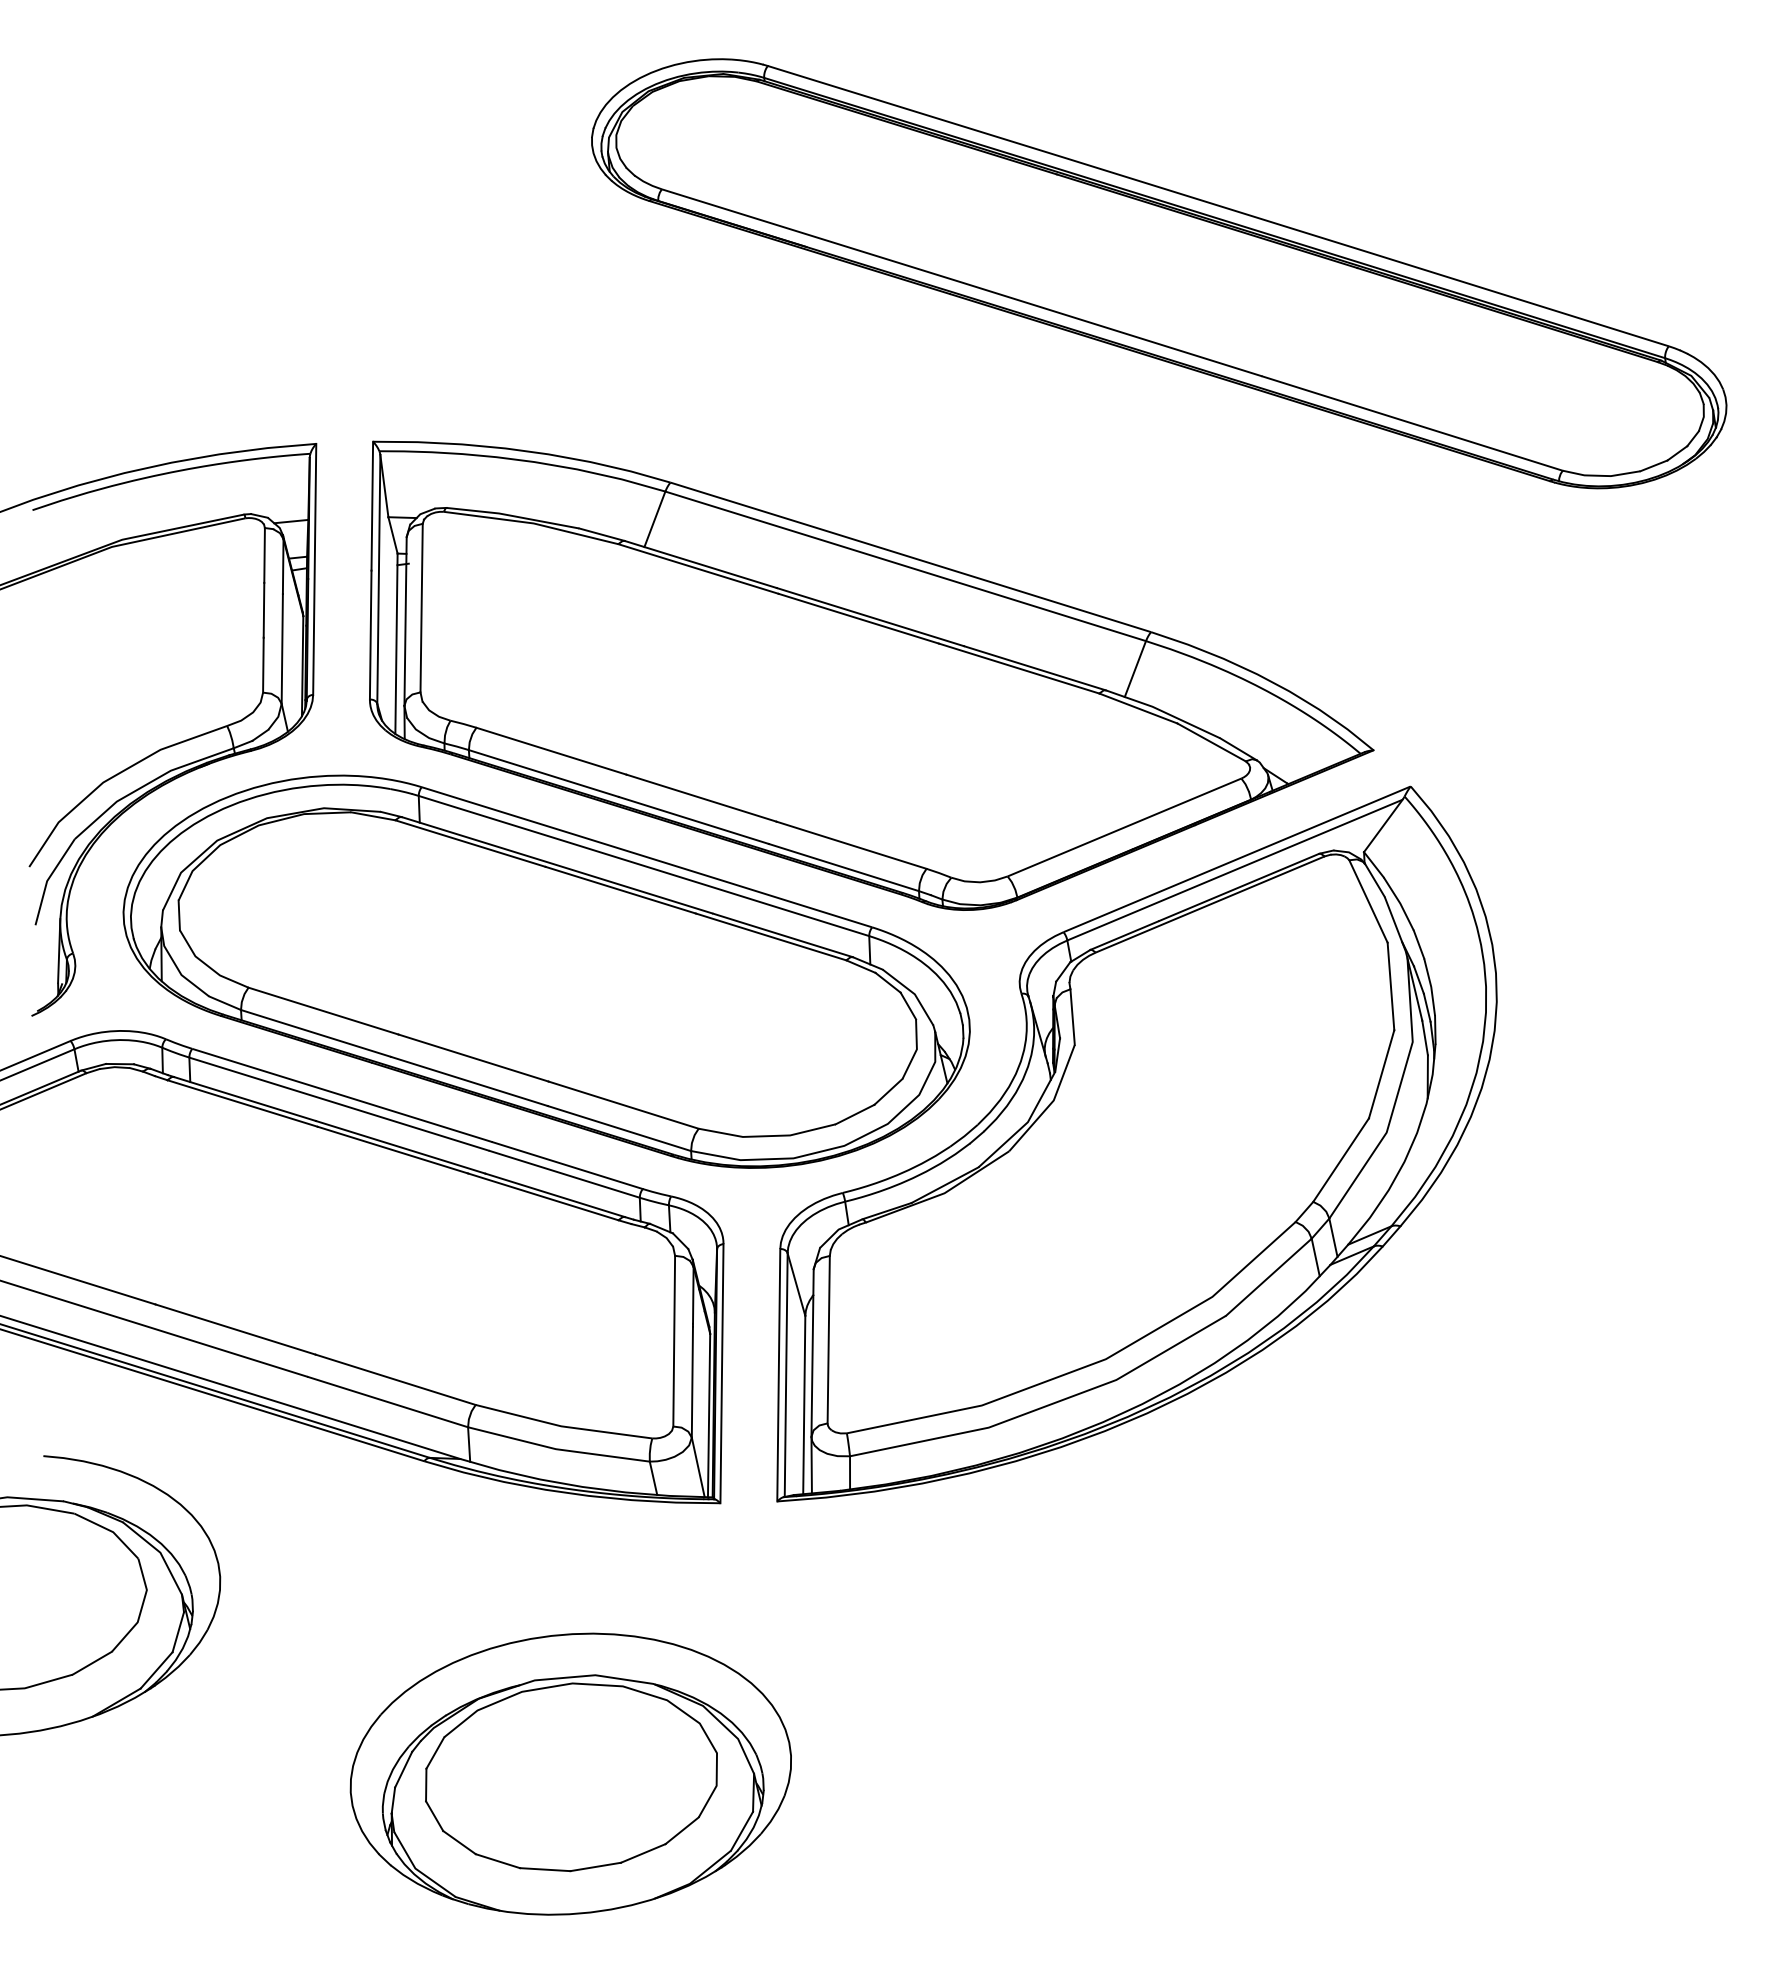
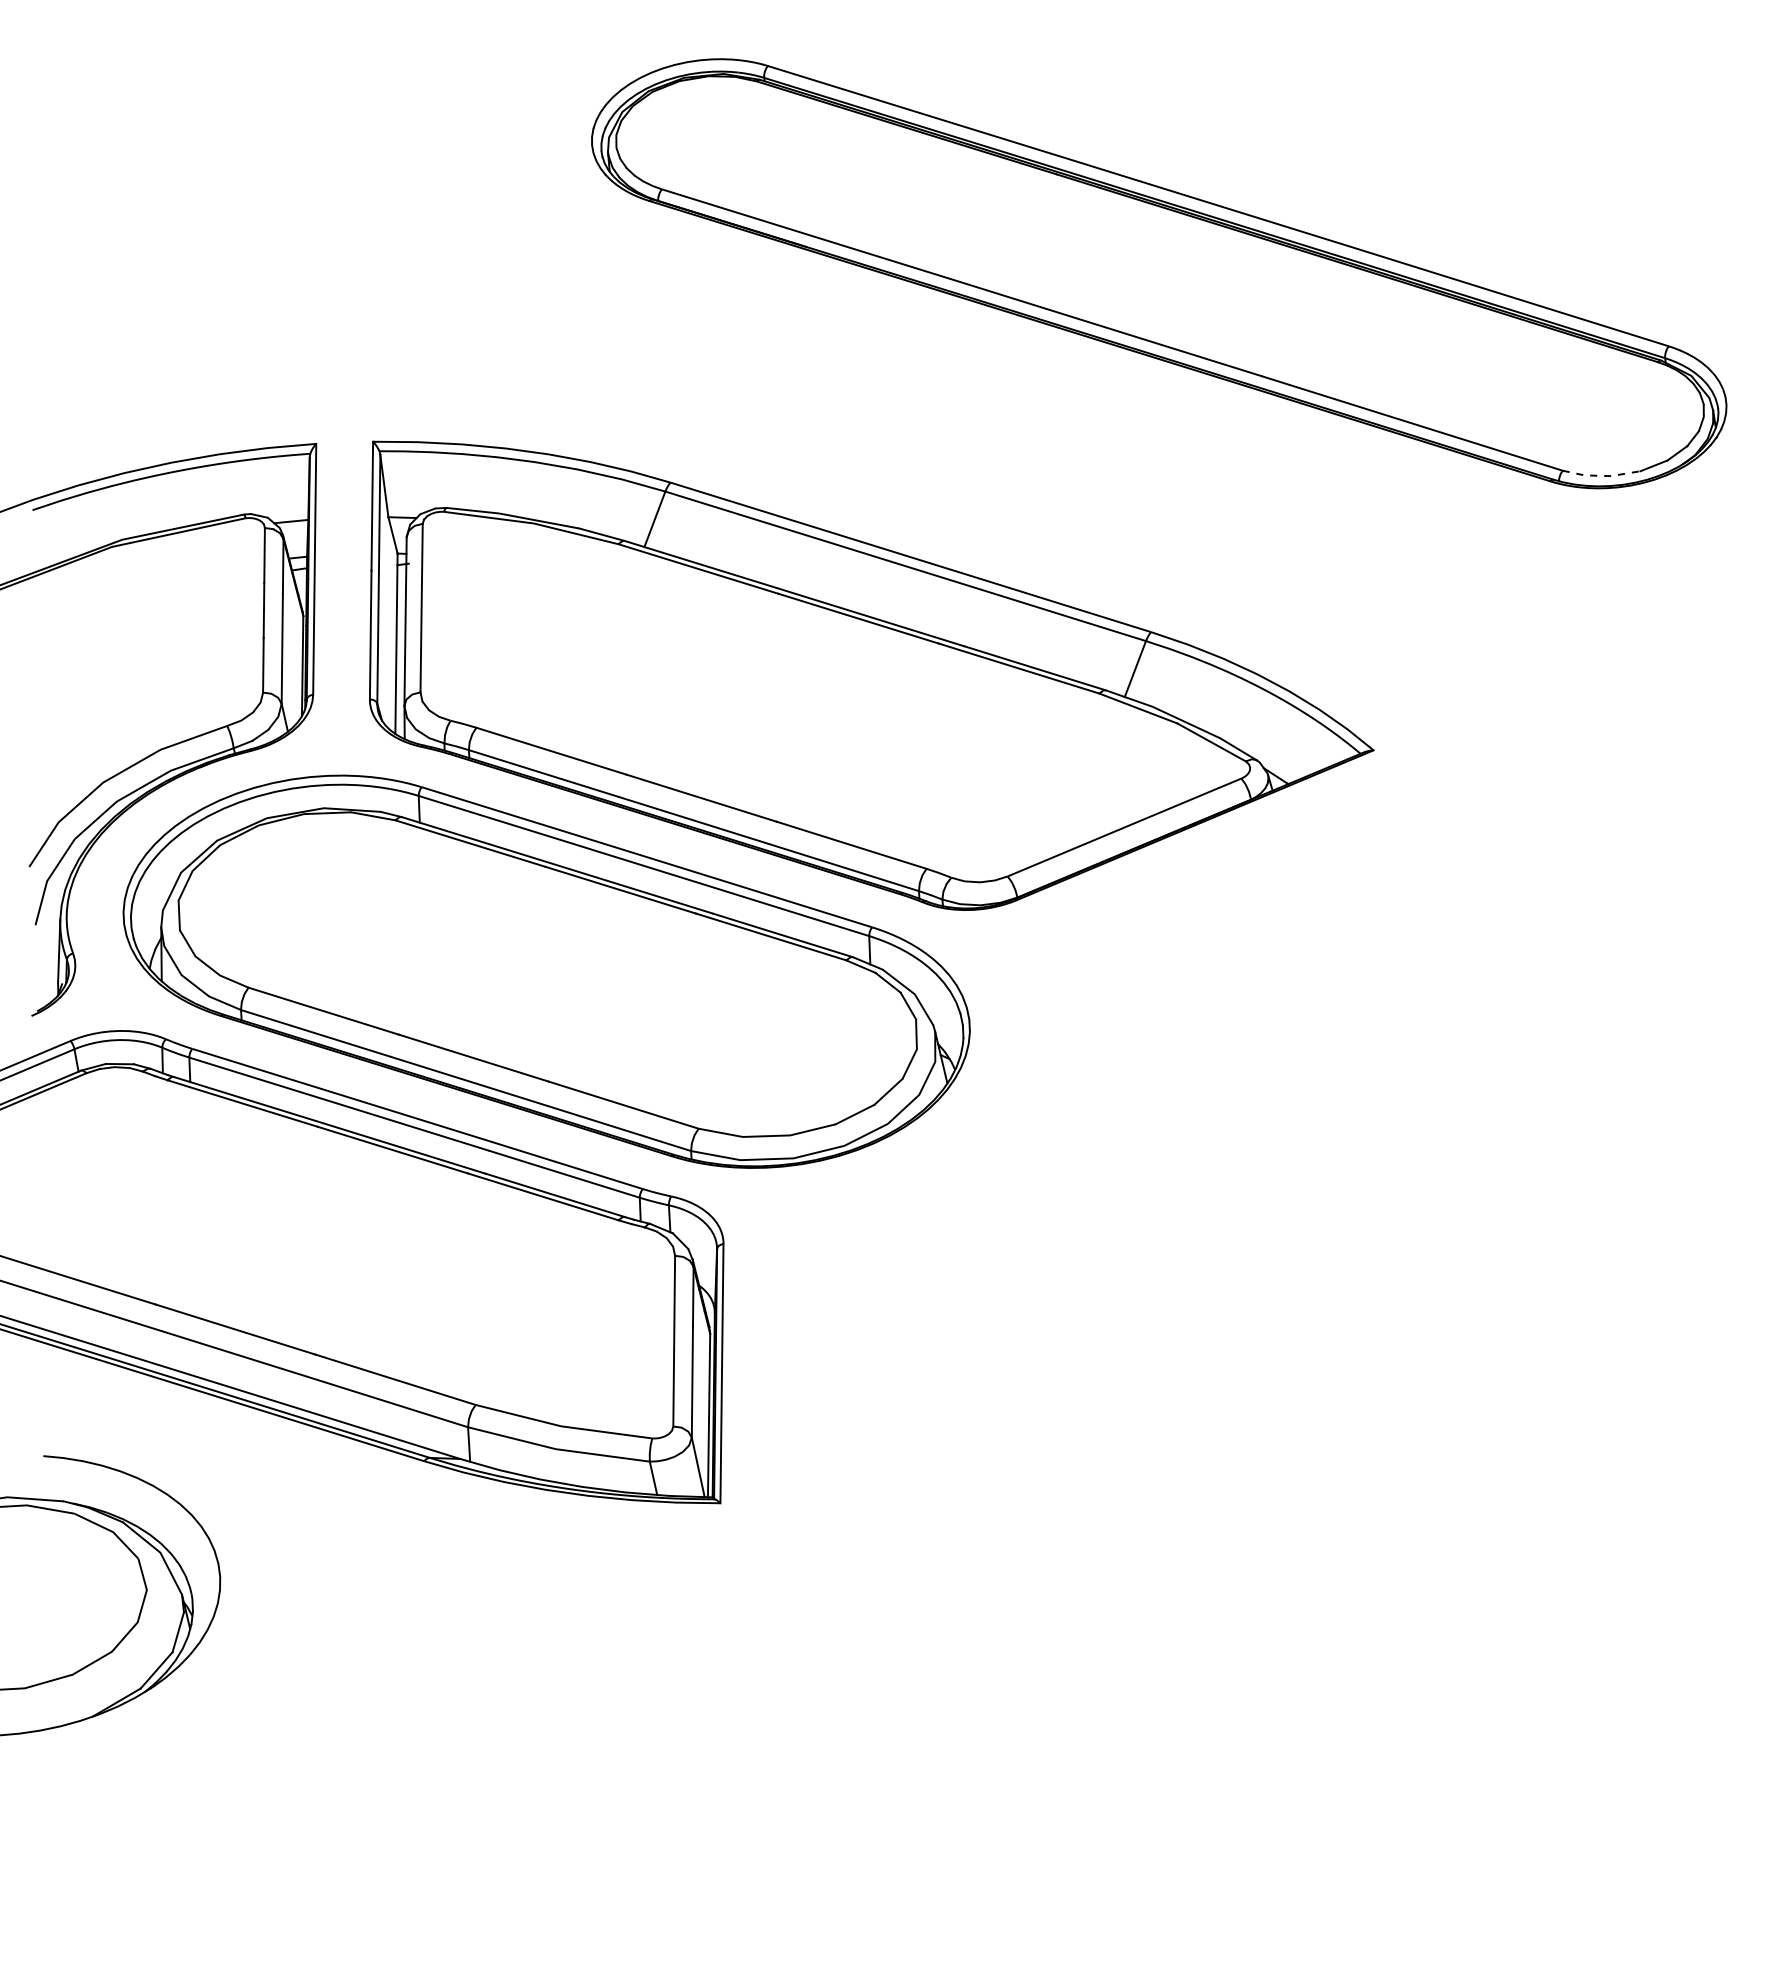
line at (1601, 475): solid -> dashed
part at (1136, 1143): present -> none
part at (570, 1773): present -> none
